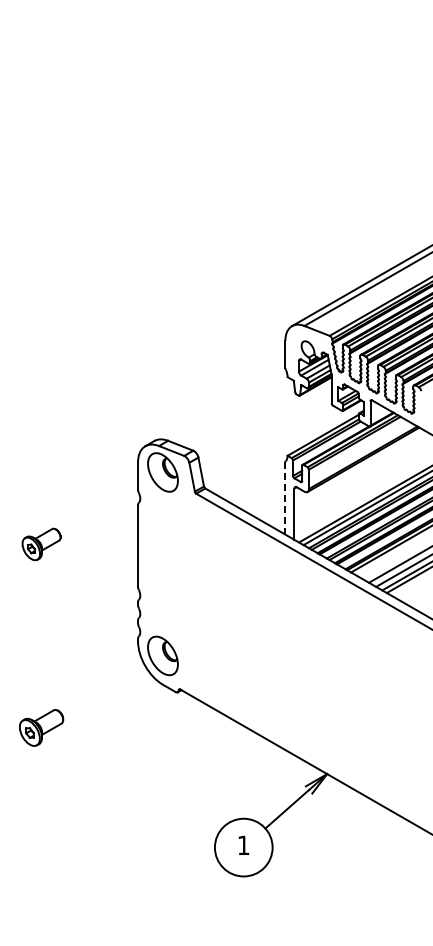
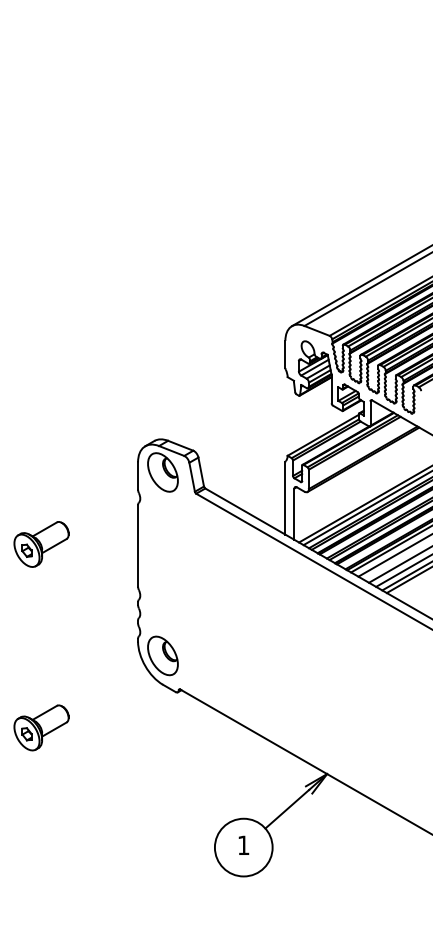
line at (285, 498): dashed -> solid
part at (41, 544) size: 41x35 px -> 57x47 px
line at (393, 555): none -> present
part at (41, 727) size: 46x38 px -> 57x48 px
